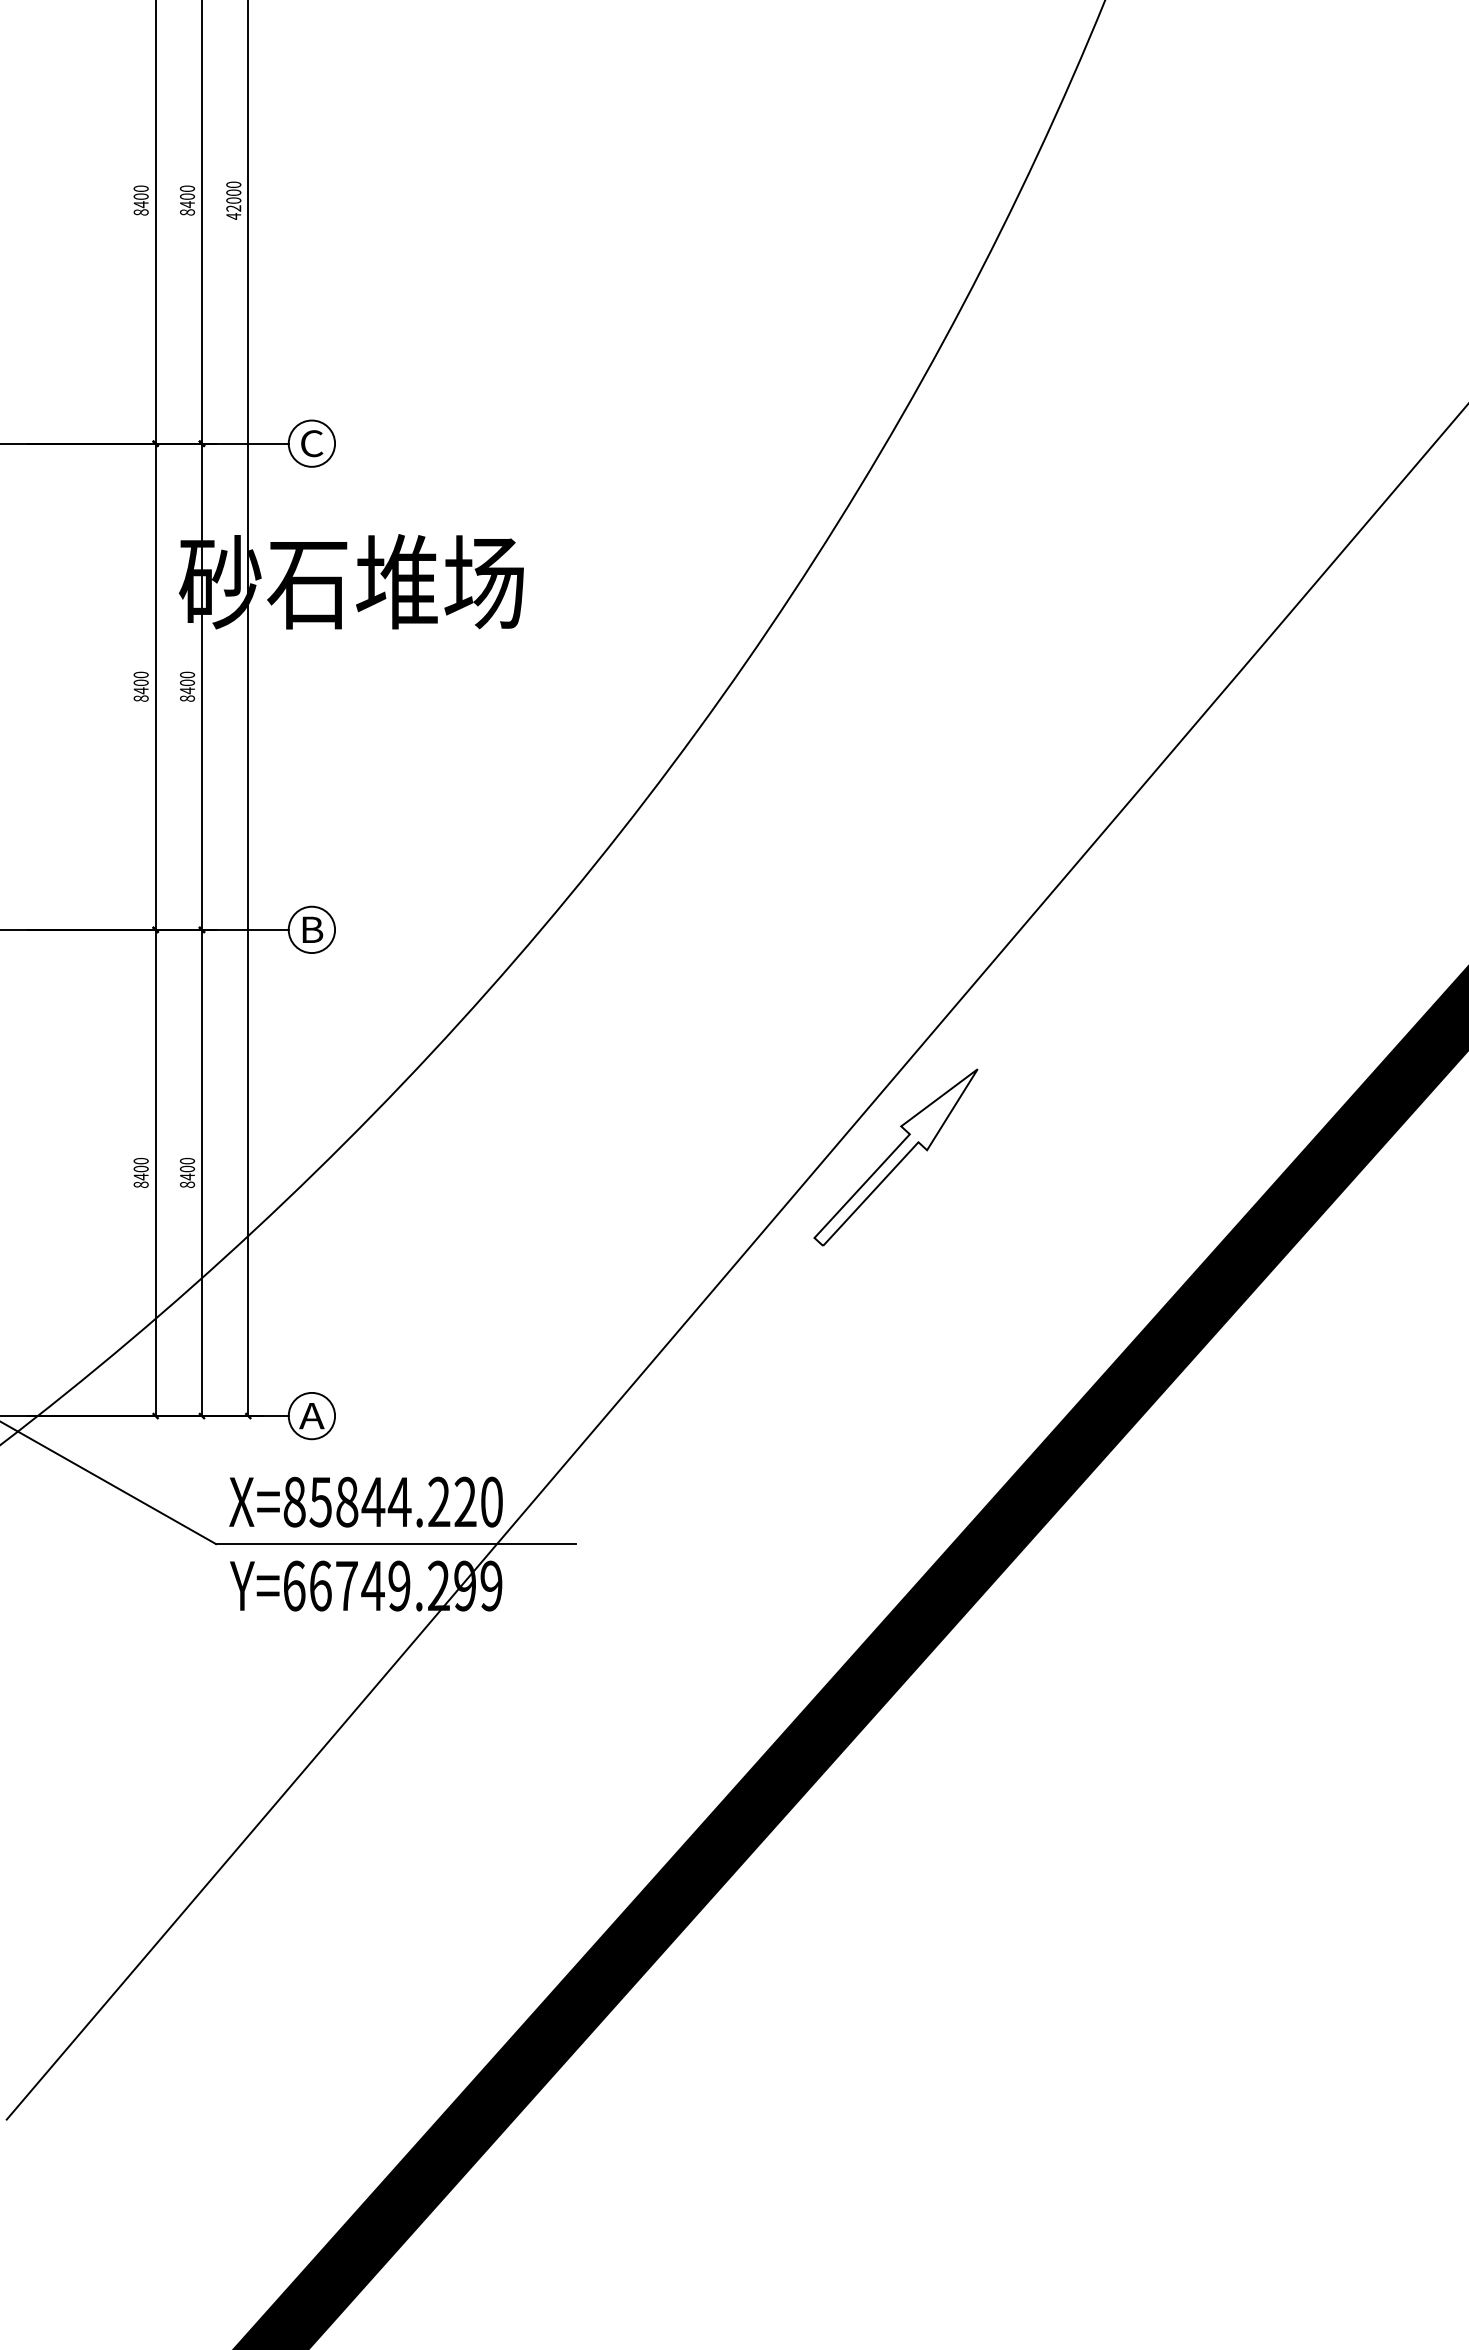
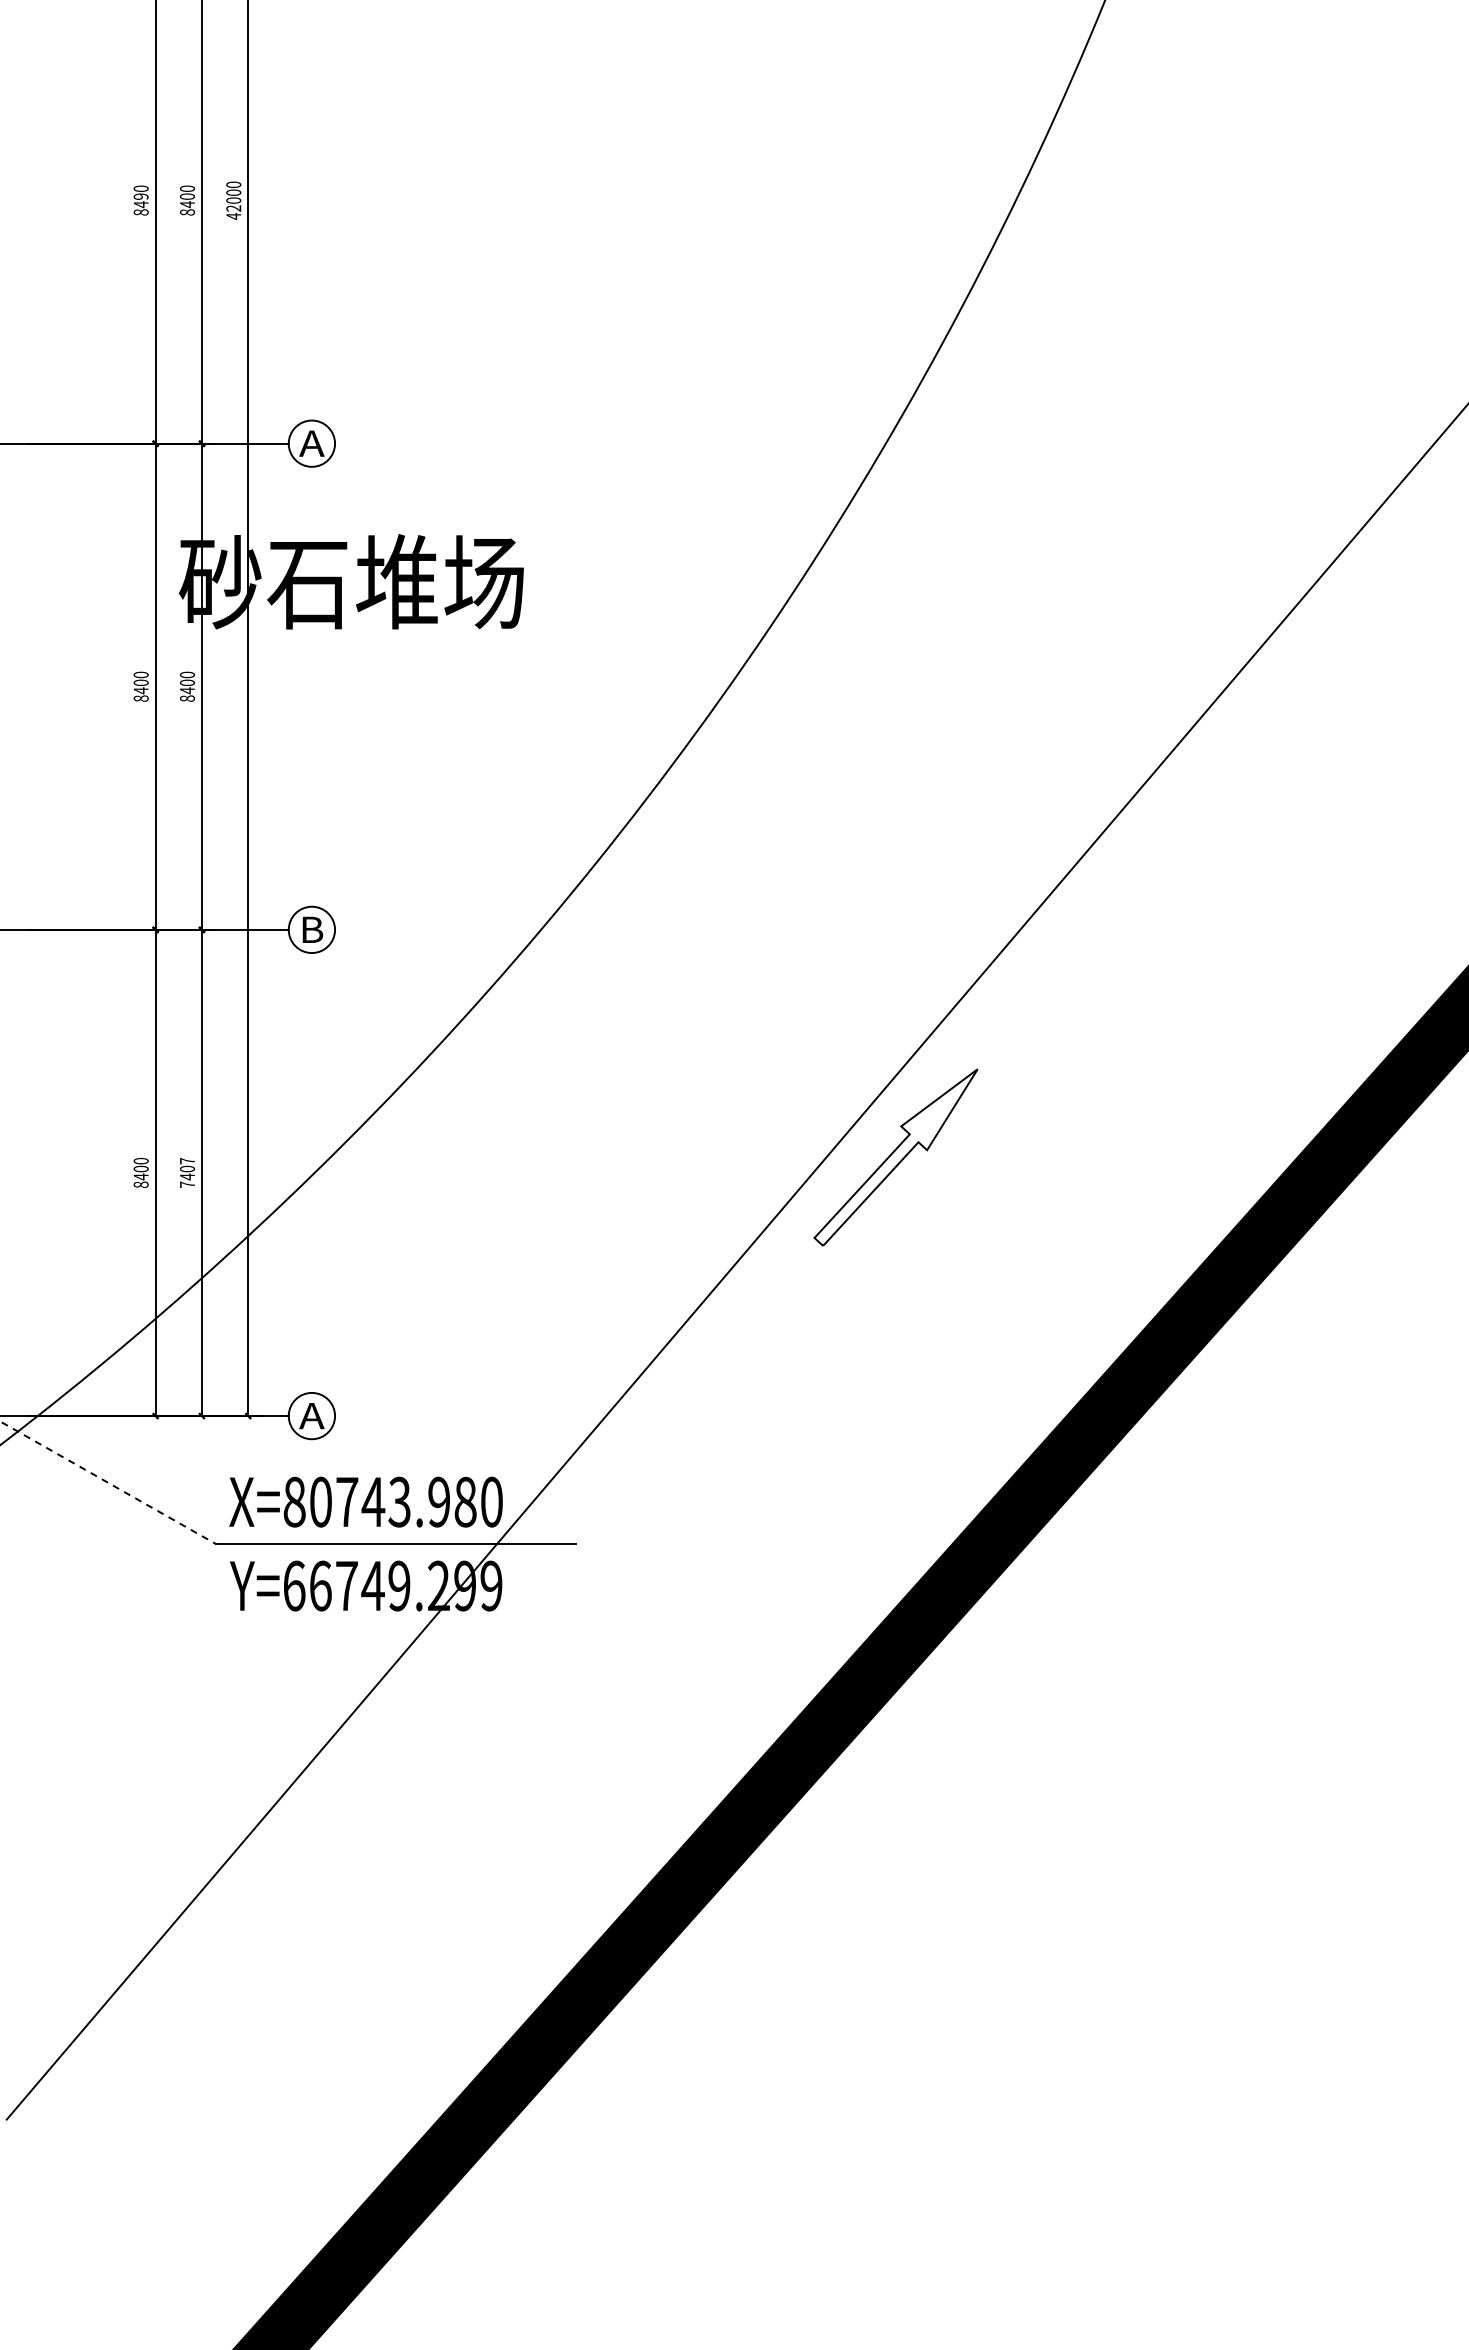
text at (140, 196): 8400 -> 8490
text at (311, 443): C -> A
text at (187, 1172): 8400 -> 7407
line at (108, 1483): solid -> dashed
text at (392, 1501): X=85844.220 -> X=80743.980
